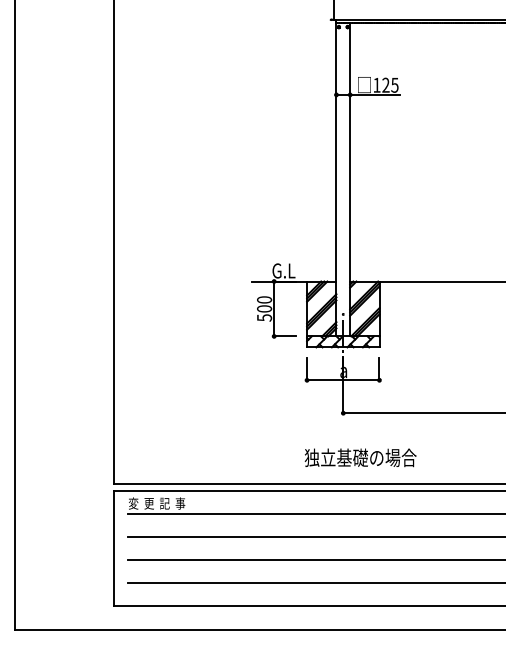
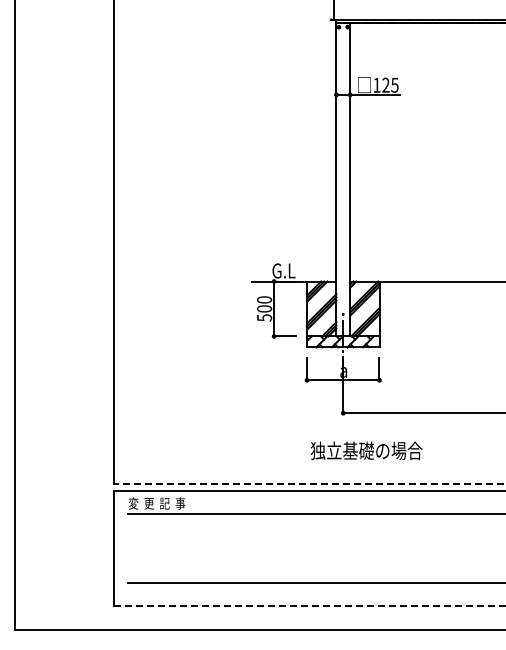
text at (360, 457) position: (360, 457) -> (366, 450)
line at (309, 483): solid -> dashed
line at (314, 536): present -> none
line at (314, 559): present -> none
line at (309, 605): solid -> dashed
